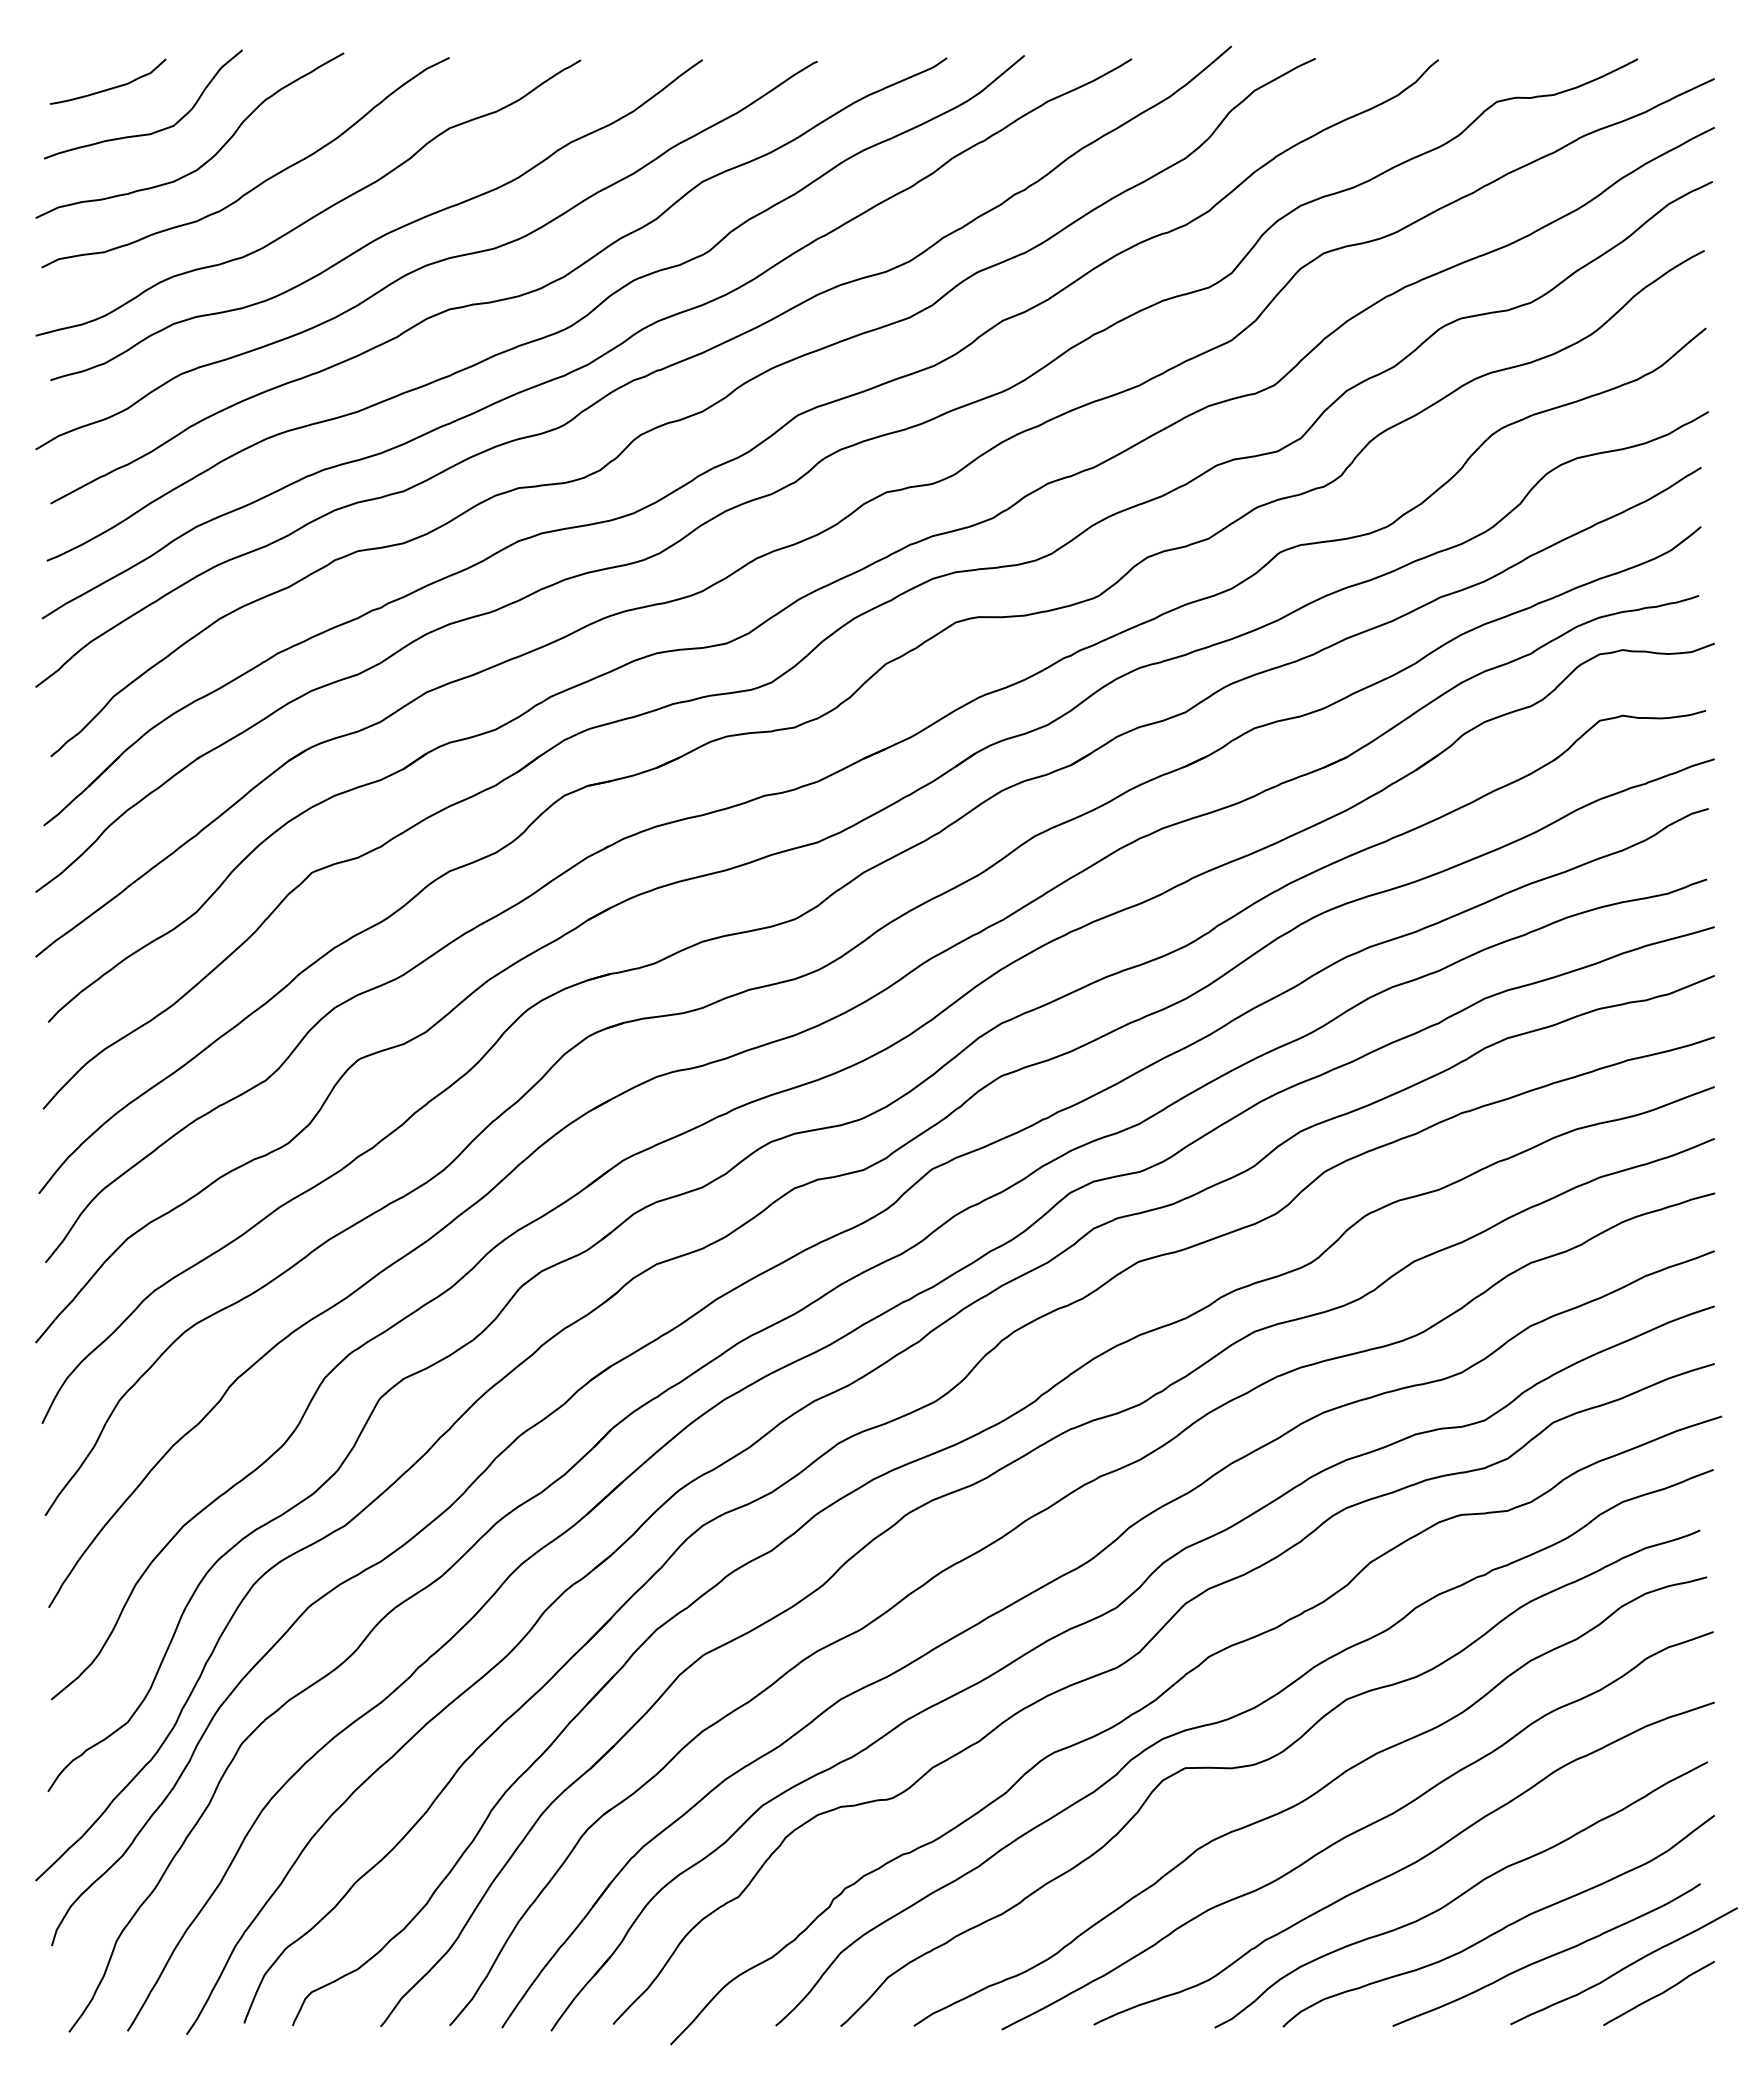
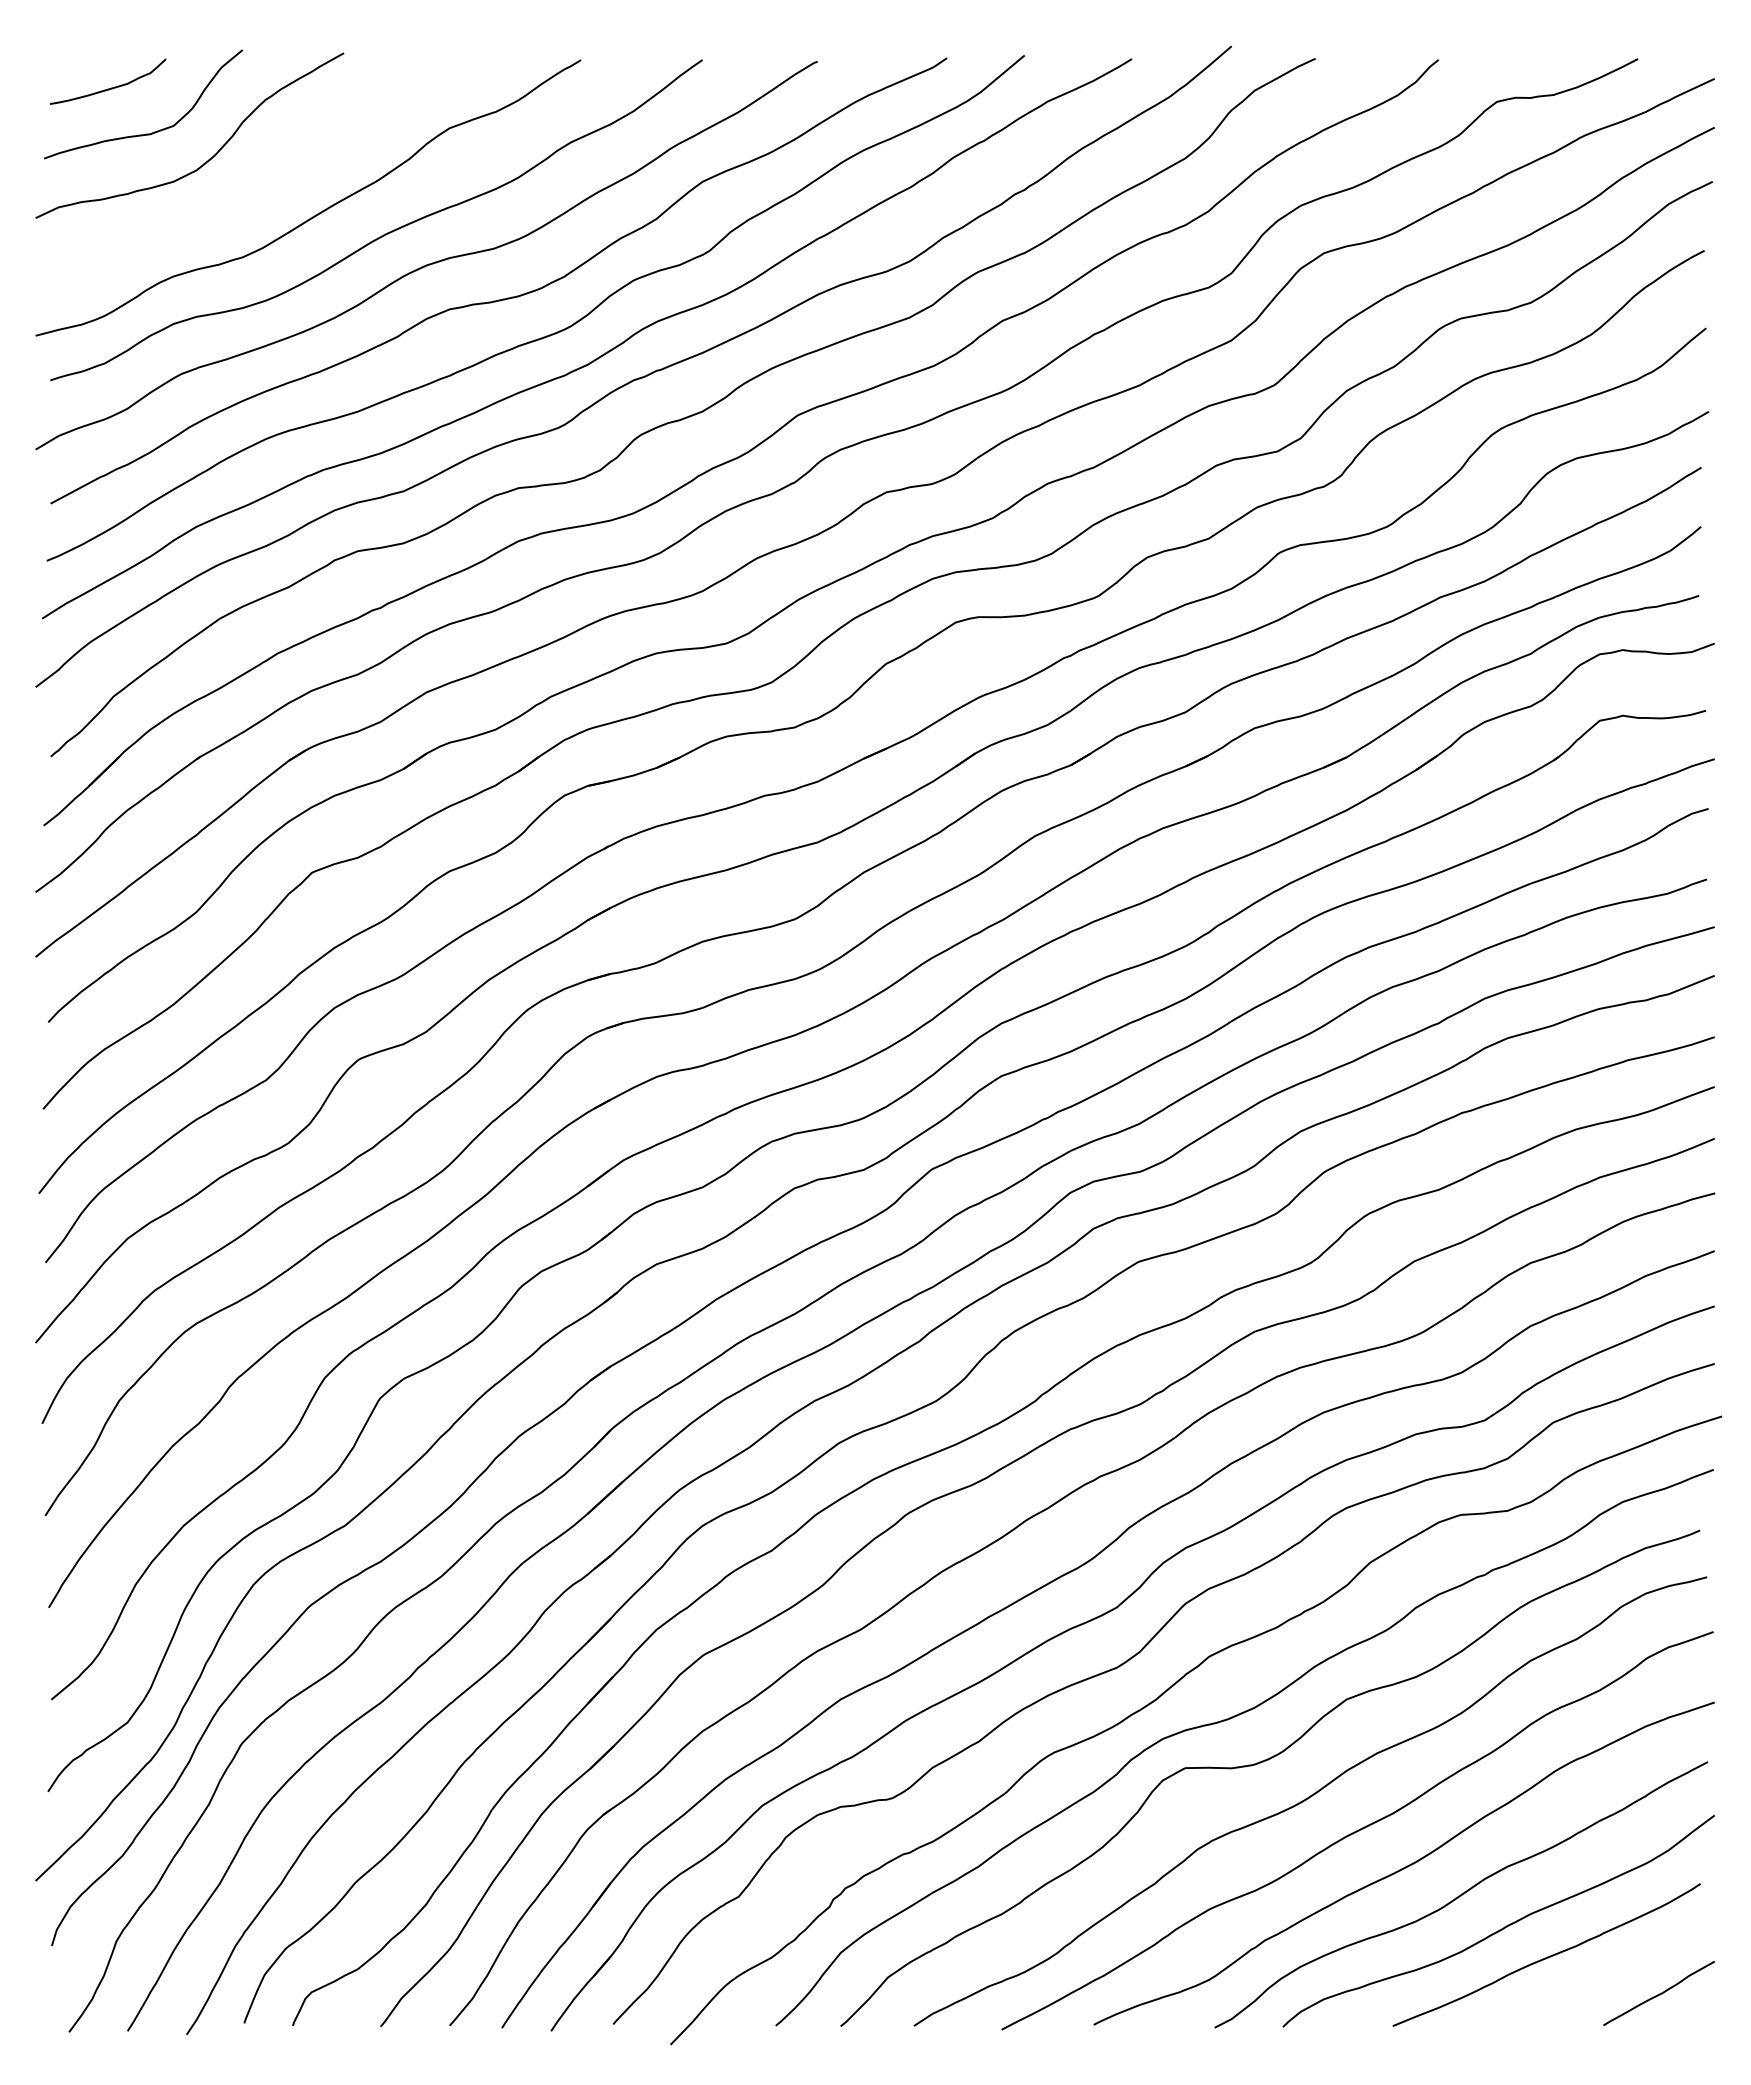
curve at (259, 183): present -> none
curve at (1623, 1967): present -> none
